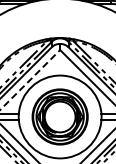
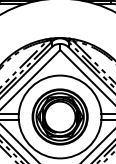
line at (30, 79): dashed -> solid
